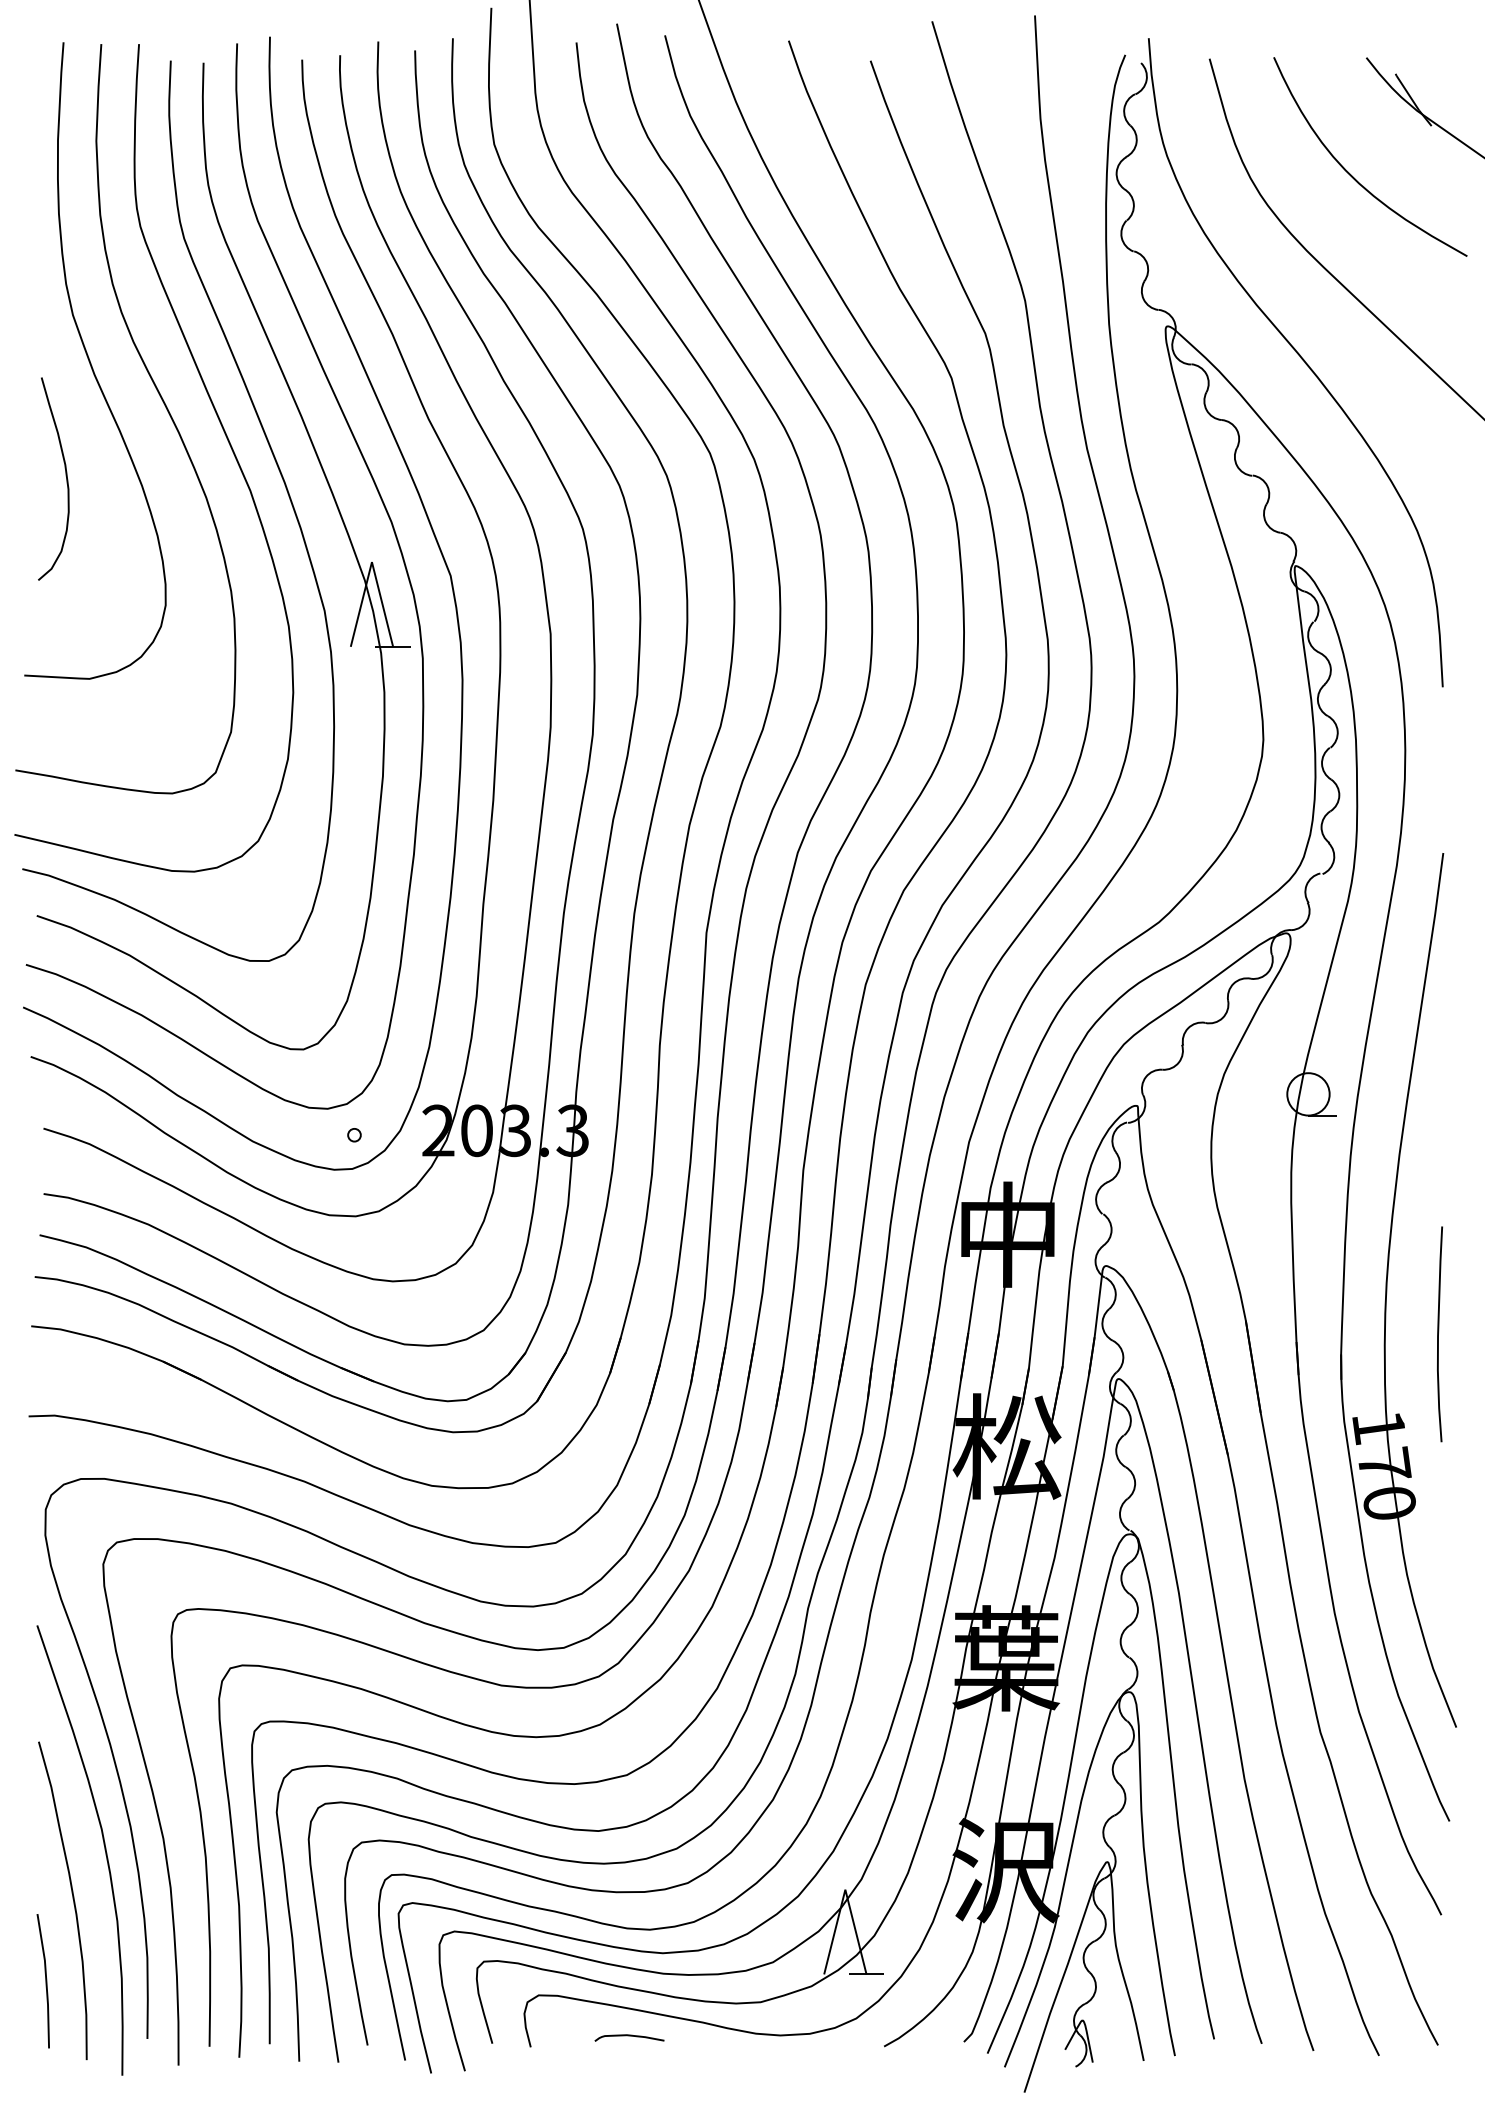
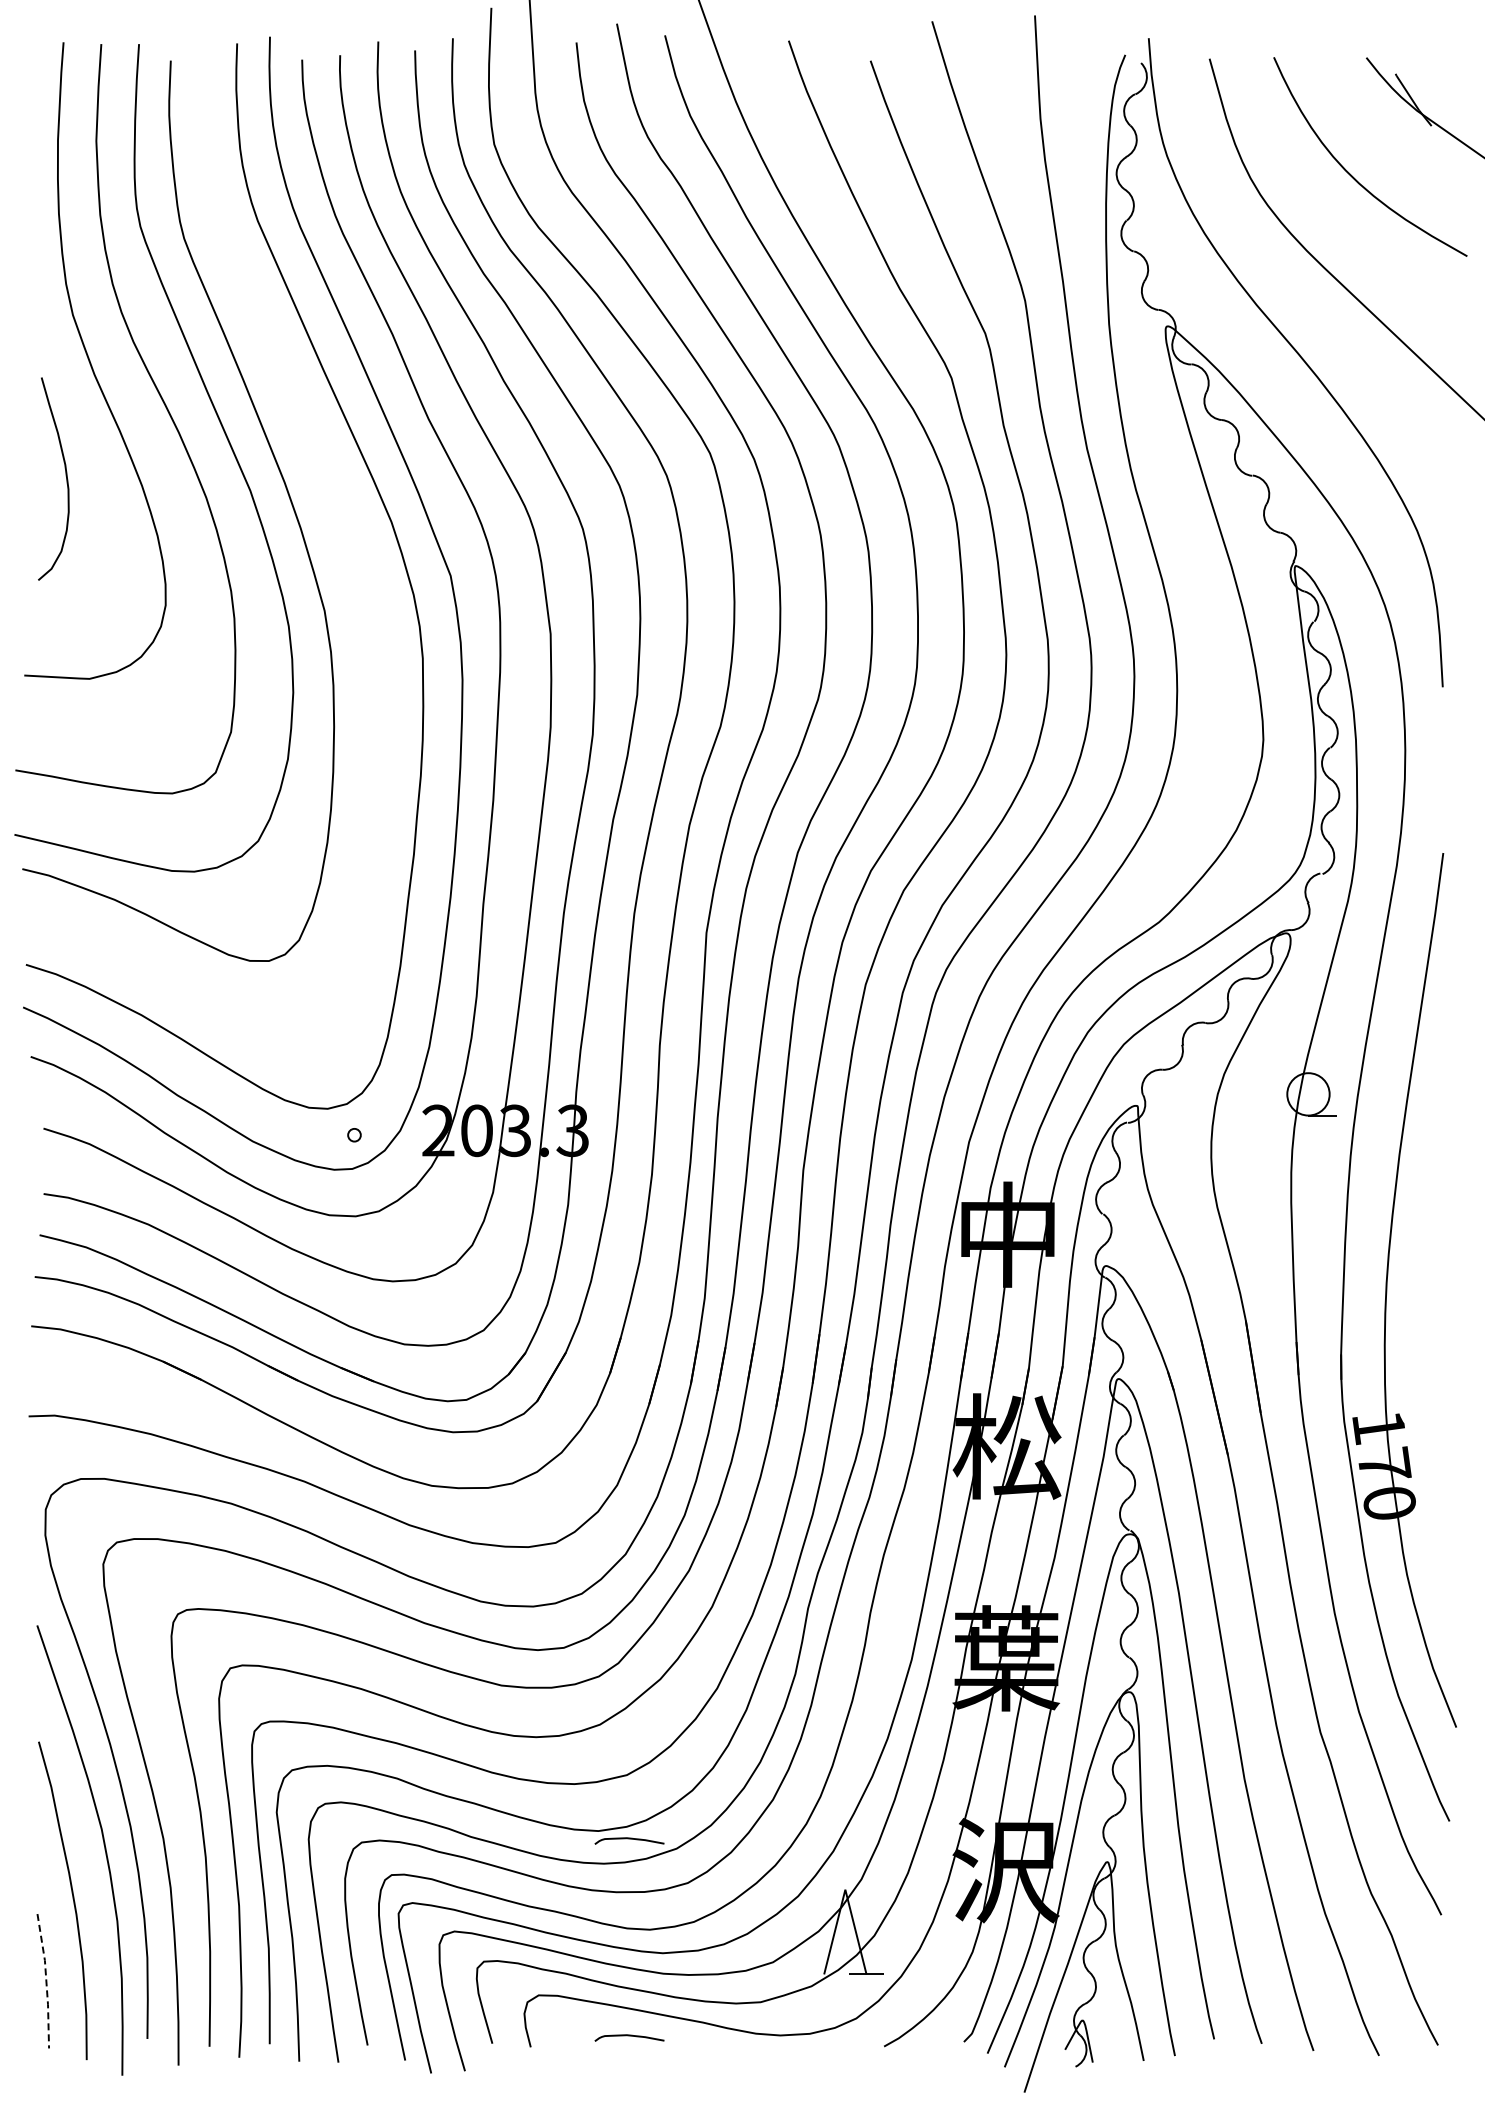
part at (339, 515): present -> none
curve at (1438, 1334): present -> none
curve at (629, 1839): none -> present
line at (46, 1981): solid -> dashed
